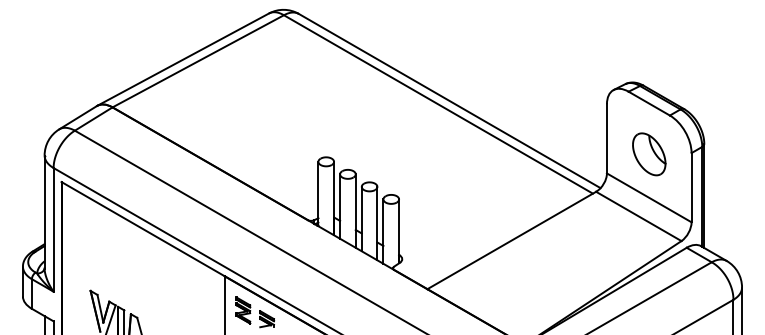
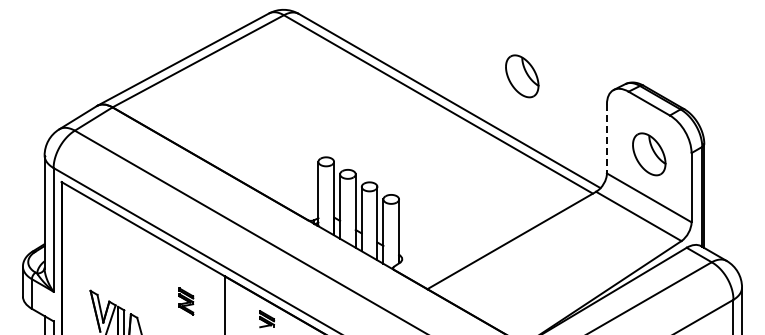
part at (522, 76): none -> present
line at (606, 138): solid -> dashed
part at (243, 310) position: (243, 310) -> (186, 301)
